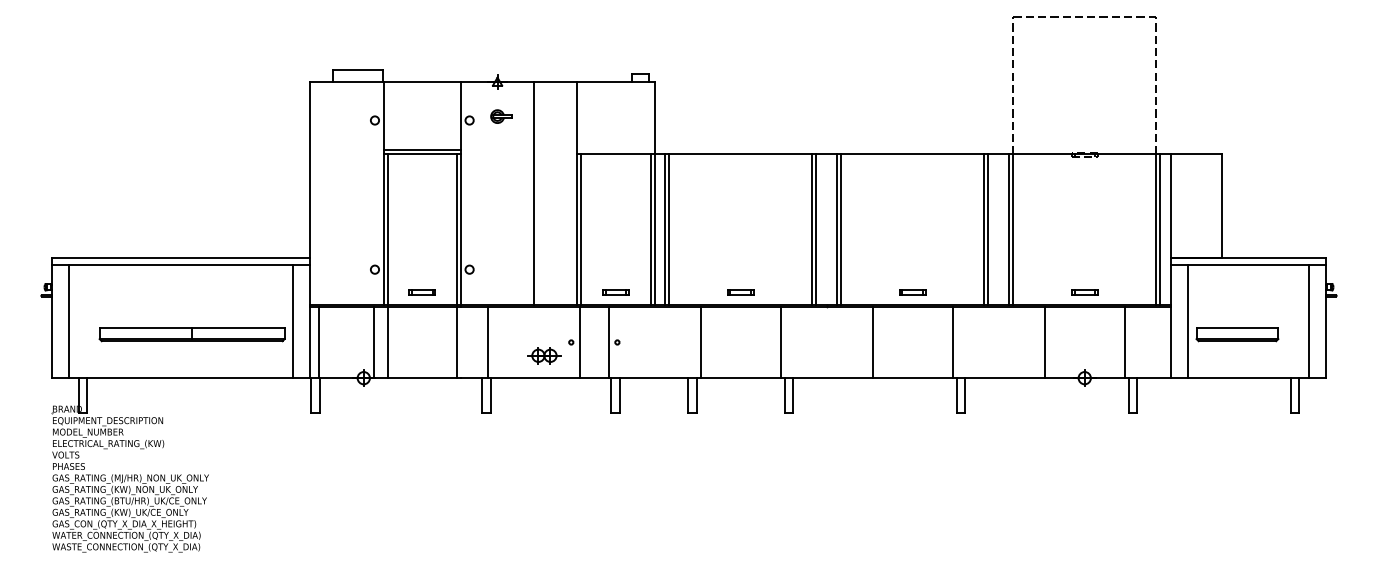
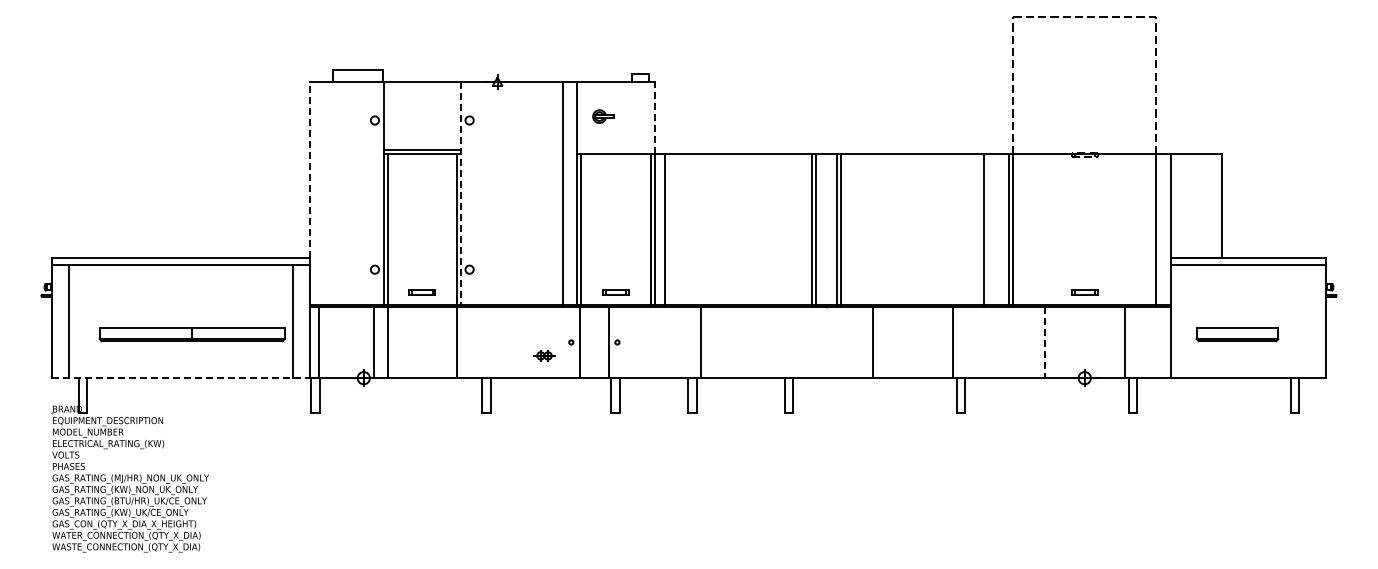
part at (501, 116) position: (501, 116) -> (603, 116)
line at (654, 117): solid -> dashed
line at (310, 169): solid -> dashed
line at (461, 193): solid -> dashed
line at (534, 193) position: (534, 193) -> (563, 193)
line at (669, 229): present -> none
line at (987, 229): present -> none
line at (1160, 229): present -> none
part at (740, 292): present -> none
part at (912, 292): present -> none
line at (1187, 320): present -> none
line at (1308, 321): present -> none
line at (488, 342): present -> none
line at (780, 342): present -> none
line at (1044, 342): solid -> dashed
part at (544, 355) size: 35x18 px -> 23x12 px
line at (181, 378): solid -> dashed
